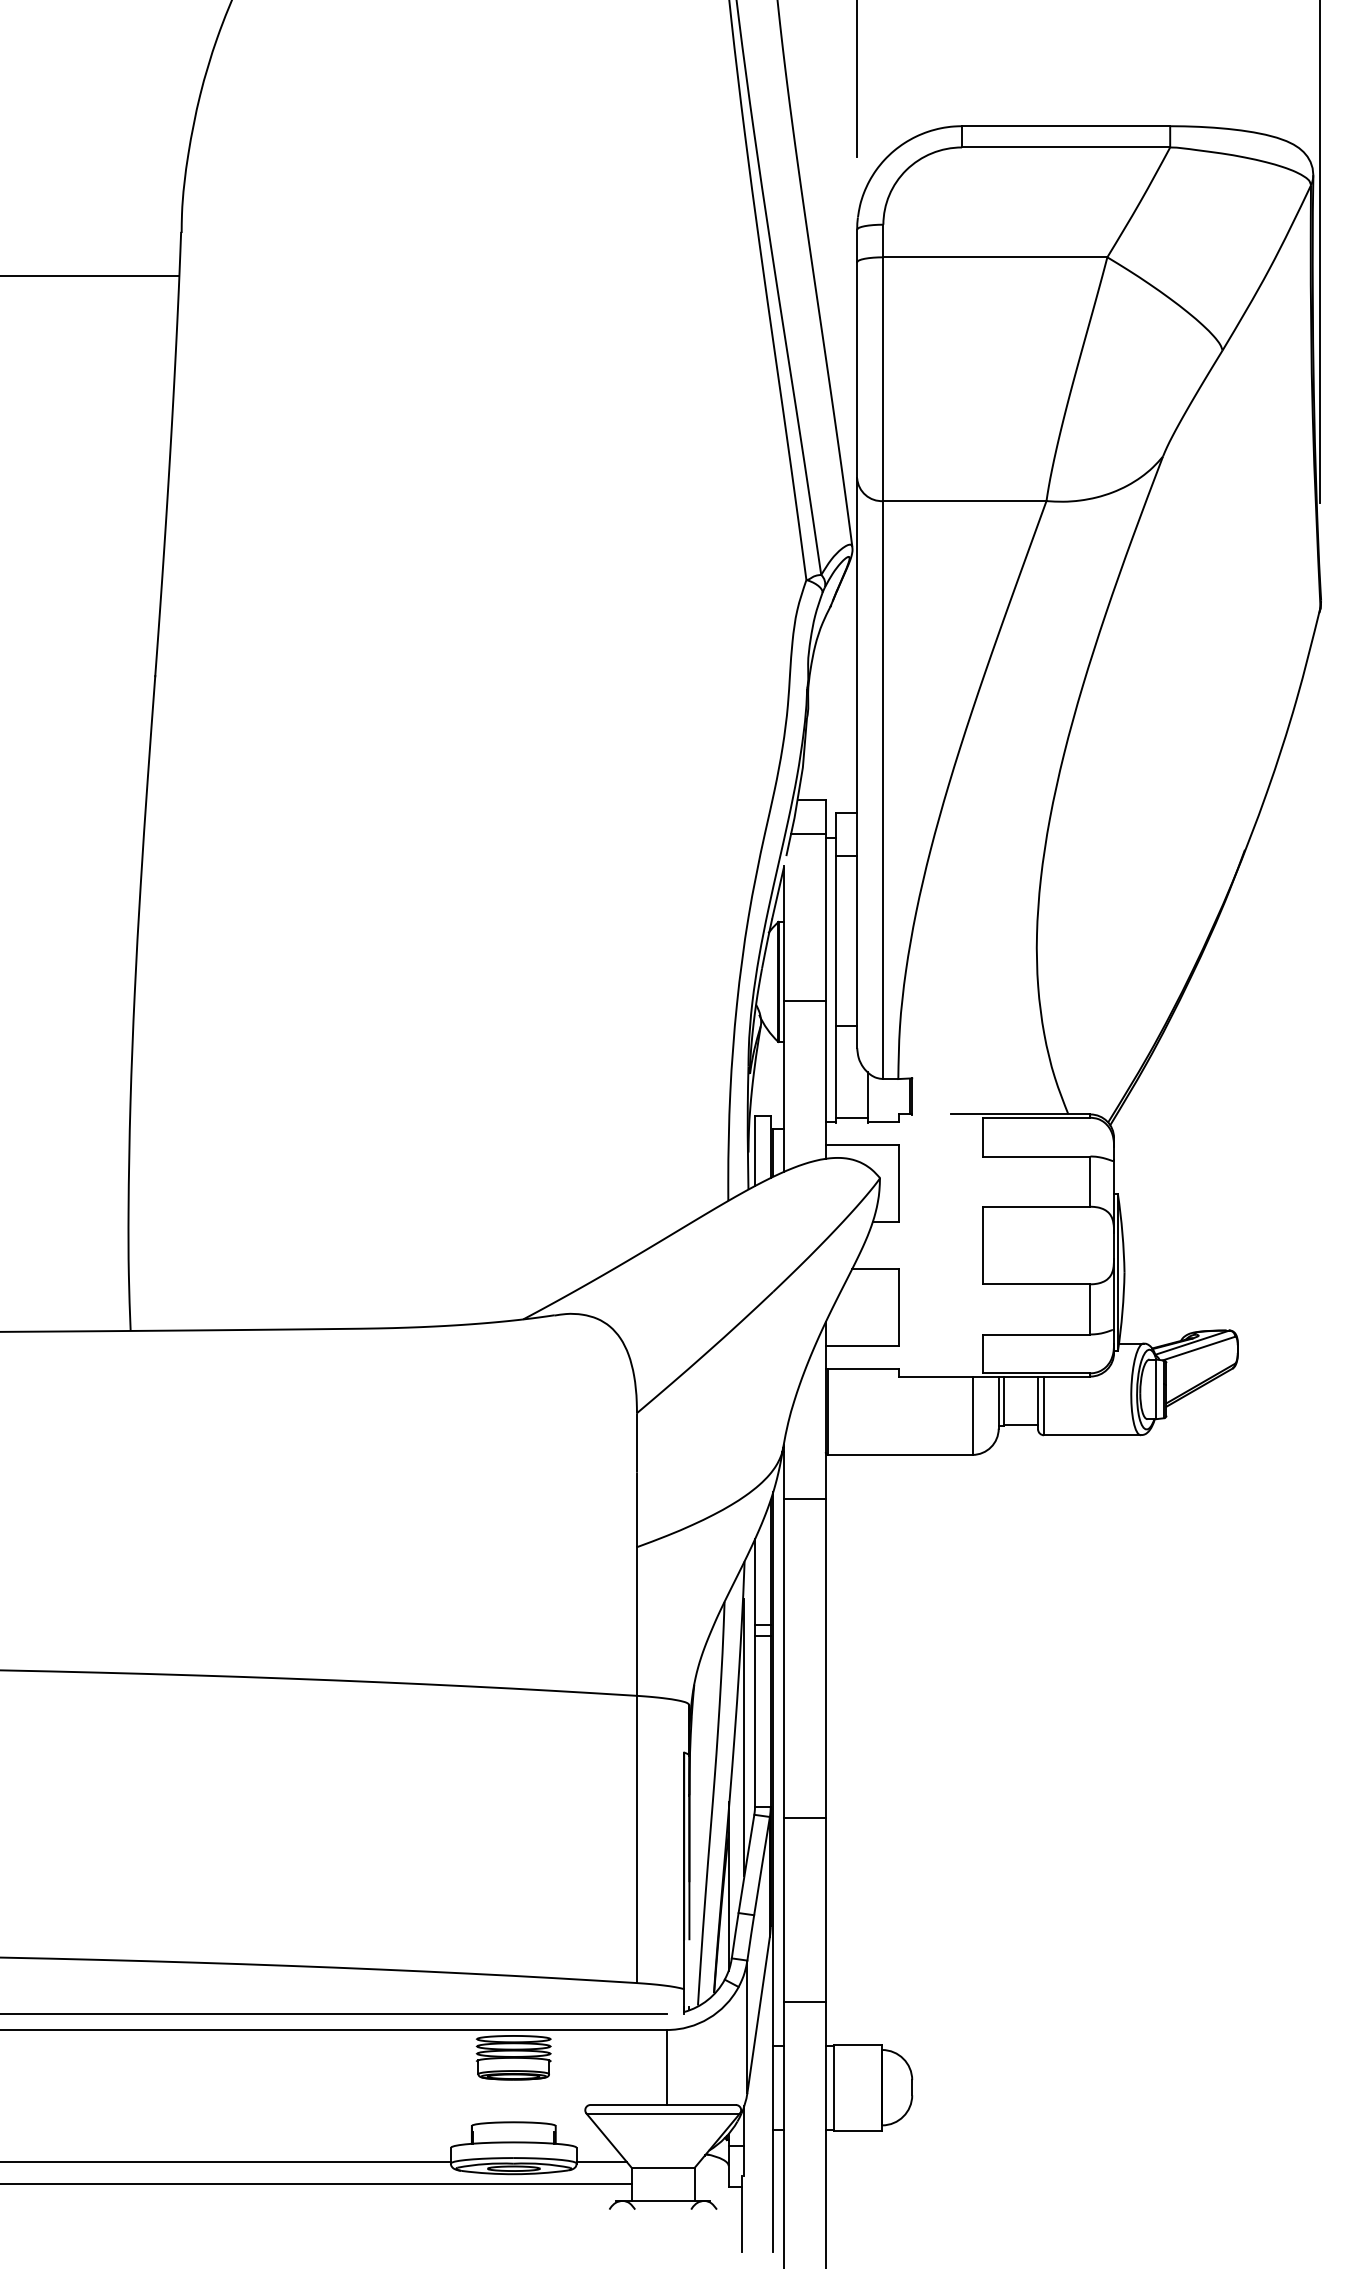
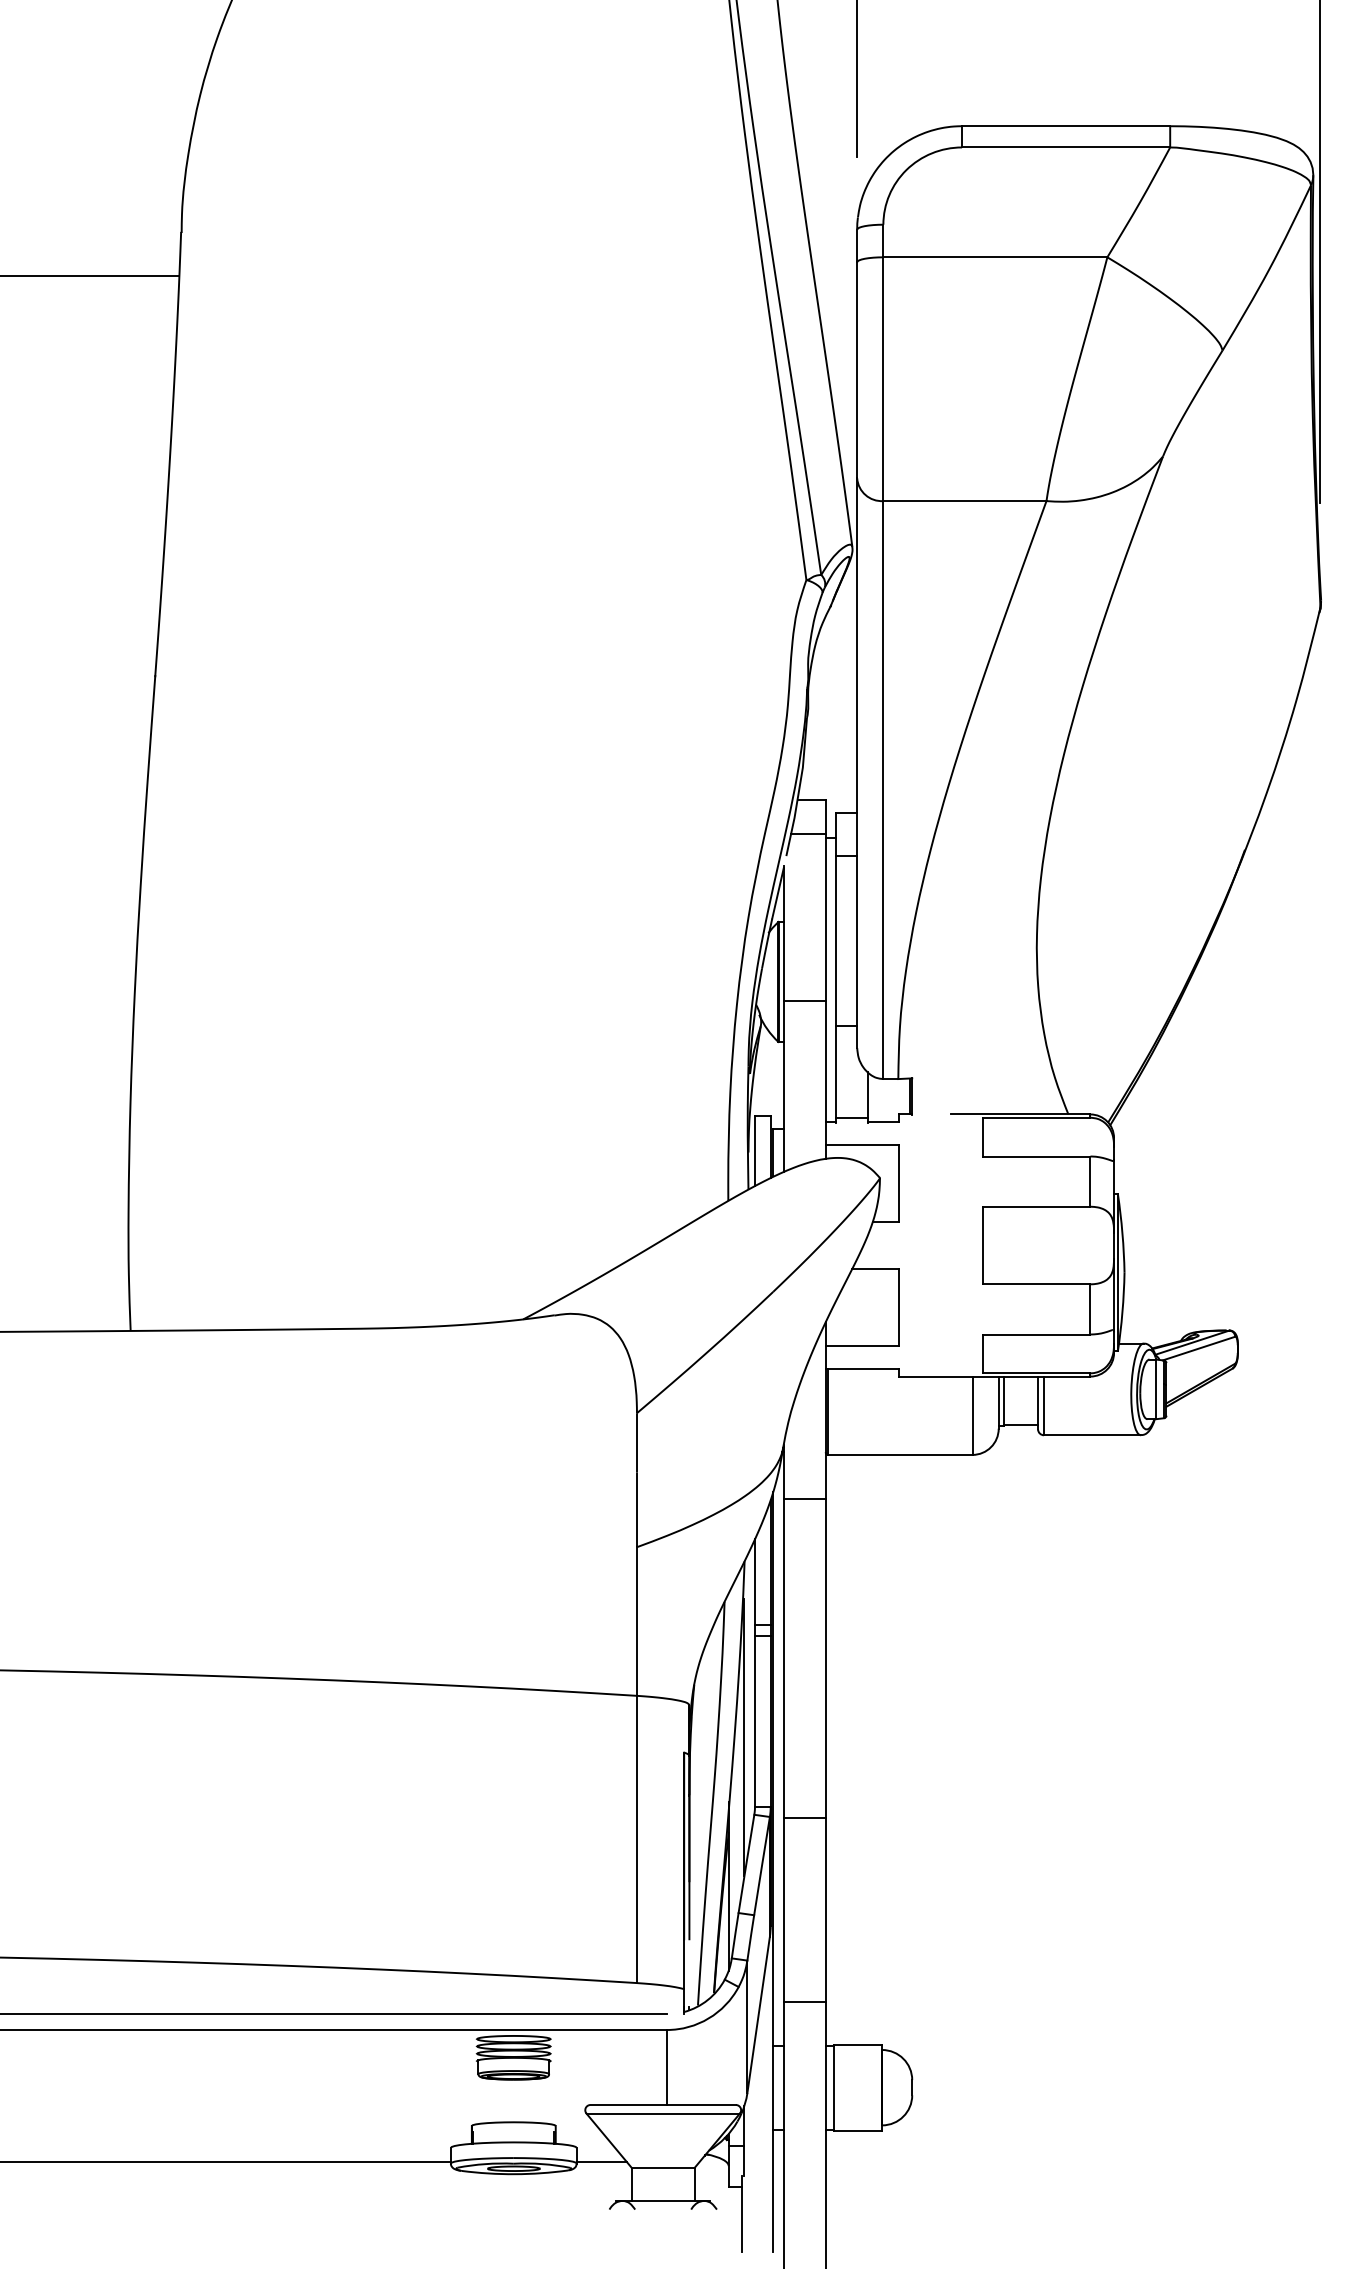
line at (316, 2183): present -> none
